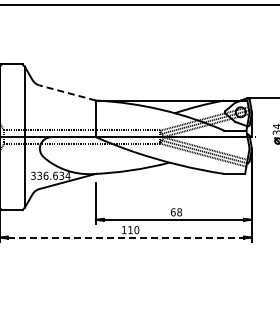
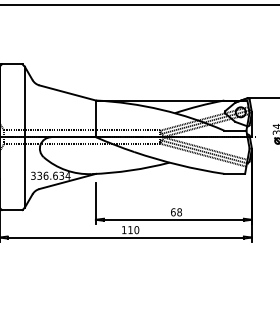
line at (67, 92): dashed -> solid
line at (126, 237): dashed -> solid
